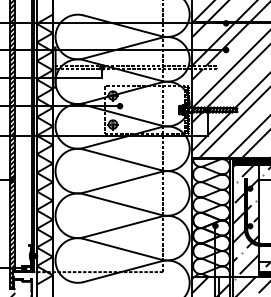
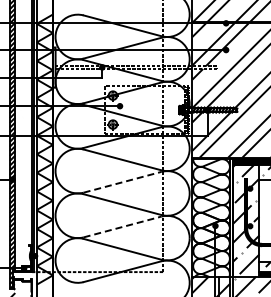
line at (123, 182): solid -> dashed
line at (123, 226): solid -> dashed
